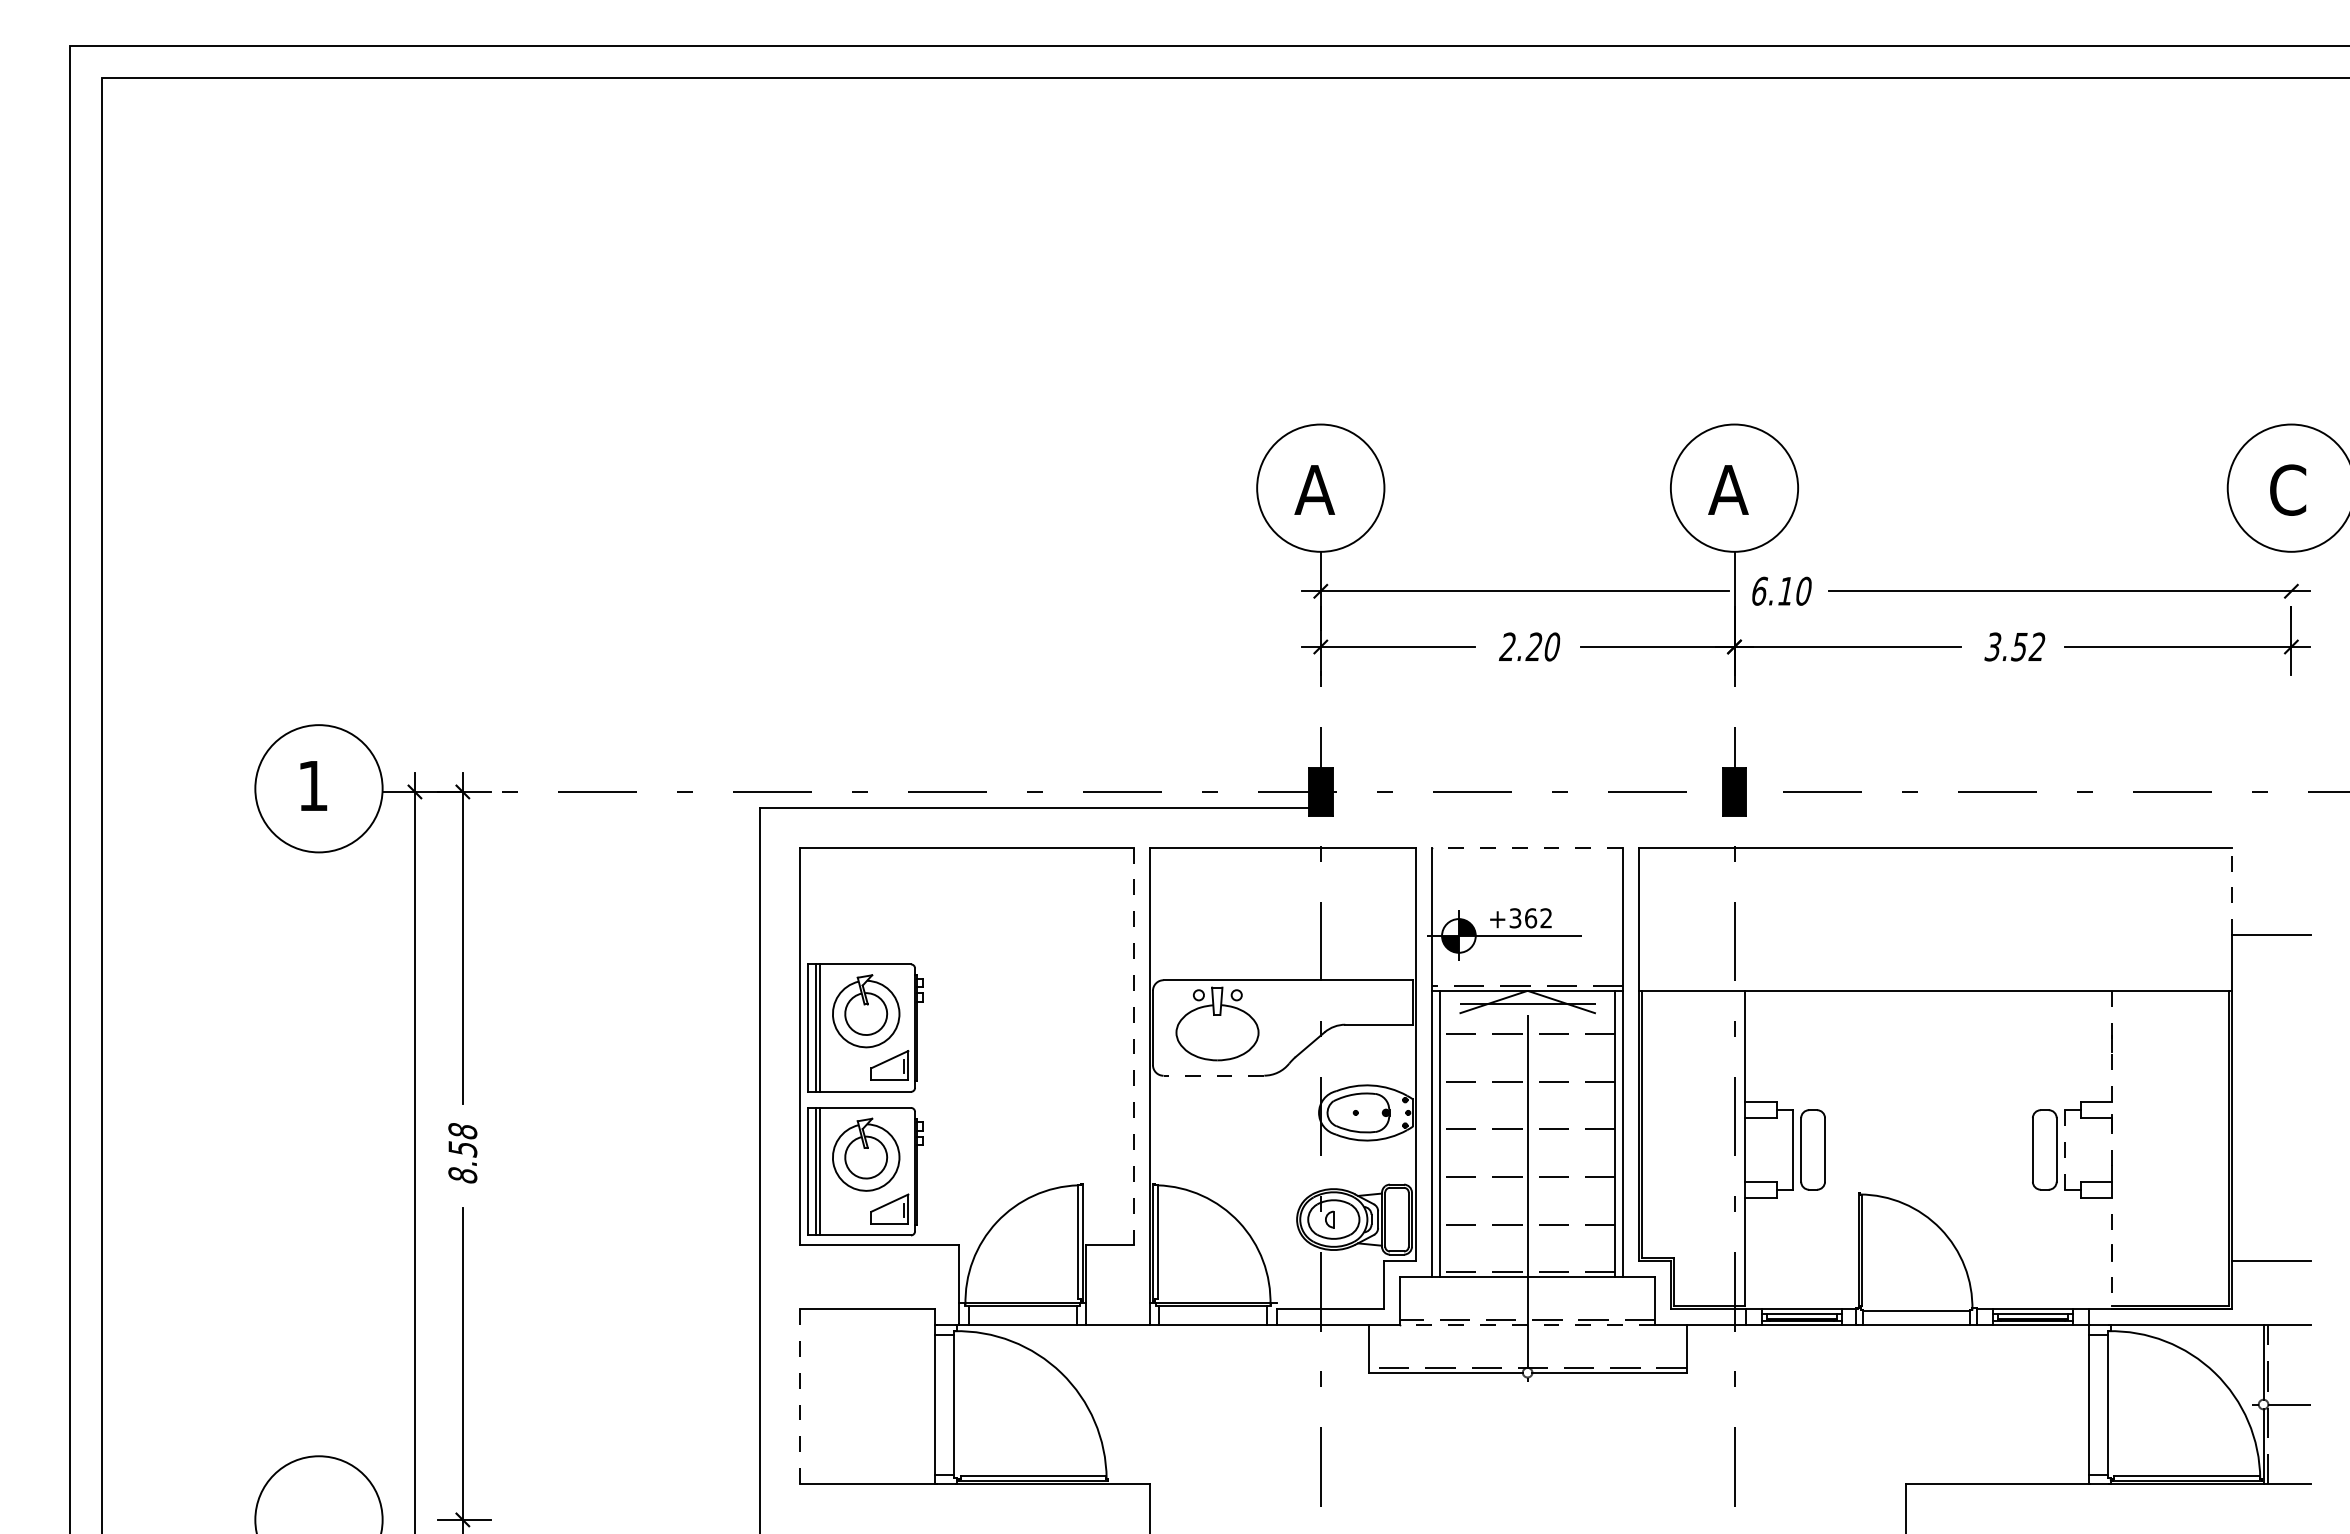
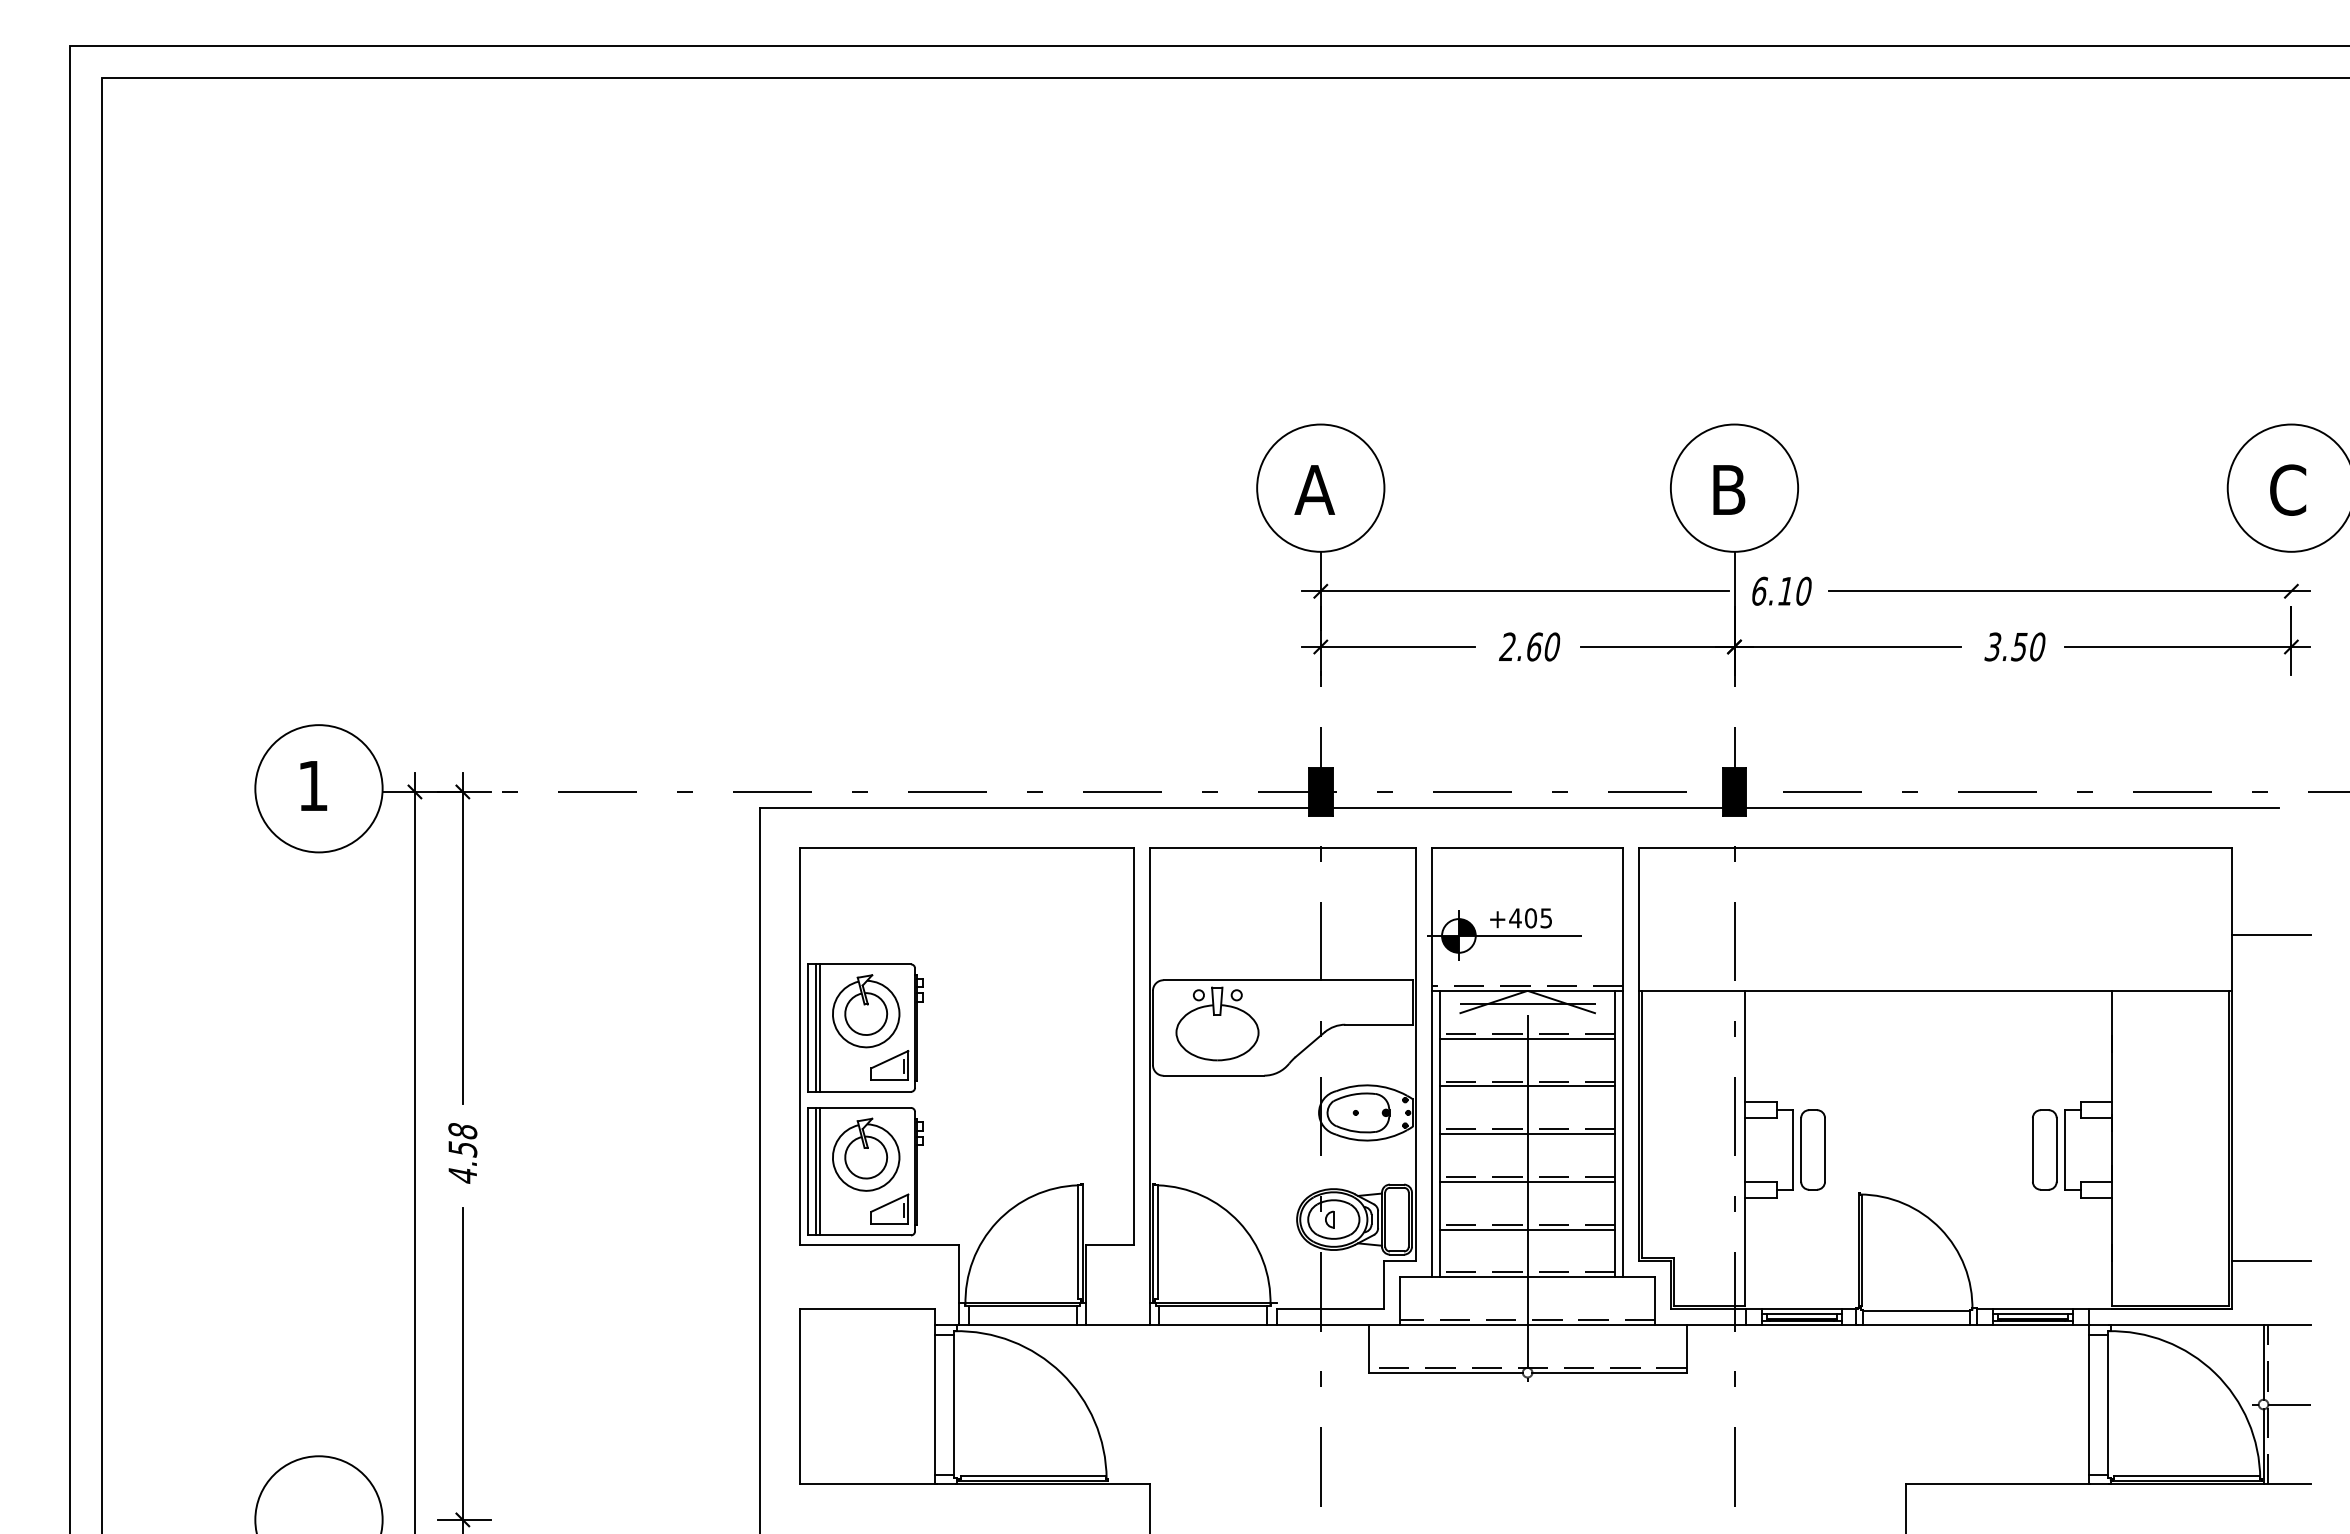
text at (1728, 489): A -> B
text at (1533, 646): 2.20 -> 2.60
text at (2036, 646): 3.52 -> 3.50
line at (1527, 807): none -> present
line at (2012, 807): none -> present
line at (1527, 847): dashed -> solid
line at (2231, 891): dashed -> solid
text at (1530, 918): +362 -> +405
line at (1527, 1038): none -> present
line at (1133, 1046): dashed -> solid
line at (1213, 1075): dashed -> solid
line at (1527, 1086): none -> present
line at (1527, 1134): none -> present
line at (2112, 1148): dashed -> solid
line at (2064, 1149): dashed -> solid
text at (462, 1175): 8.58 -> 4.58
line at (1527, 1181): none -> present
line at (1527, 1229): none -> present
line at (1527, 1324): dashed -> solid
line at (799, 1396): dashed -> solid
